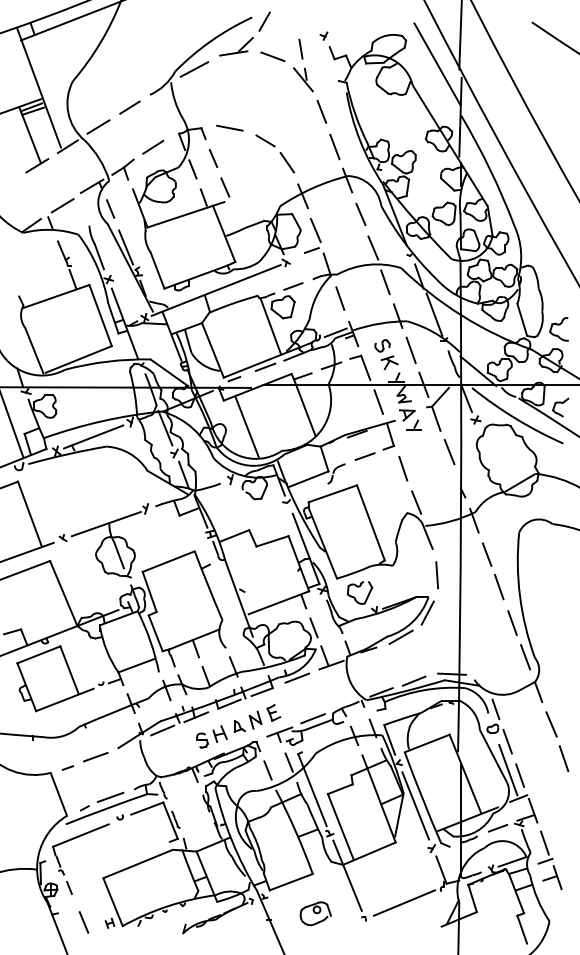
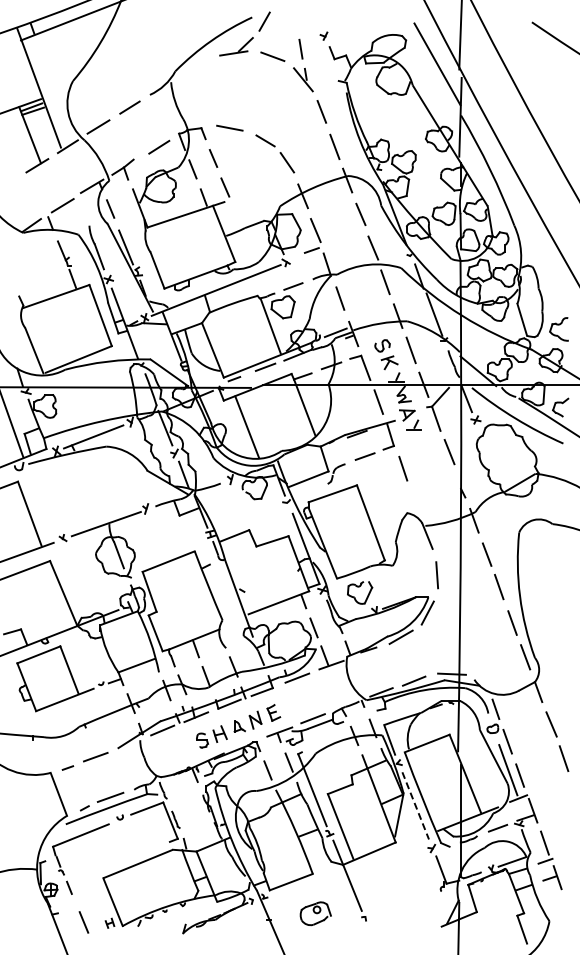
line at (194, 69): present -> none
line at (153, 146) position: (153, 146) -> (159, 146)
line at (416, 502): present -> none
line at (415, 806): solid -> dashed
line at (404, 902): present -> none
